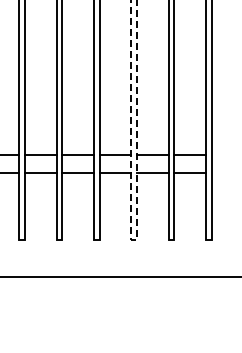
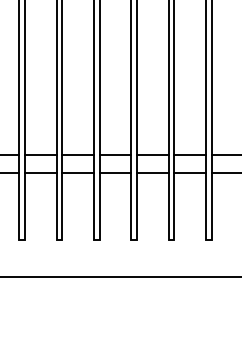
line at (224, 154): none -> present
line at (224, 173): none -> present
line at (134, 240): dashed -> solid
